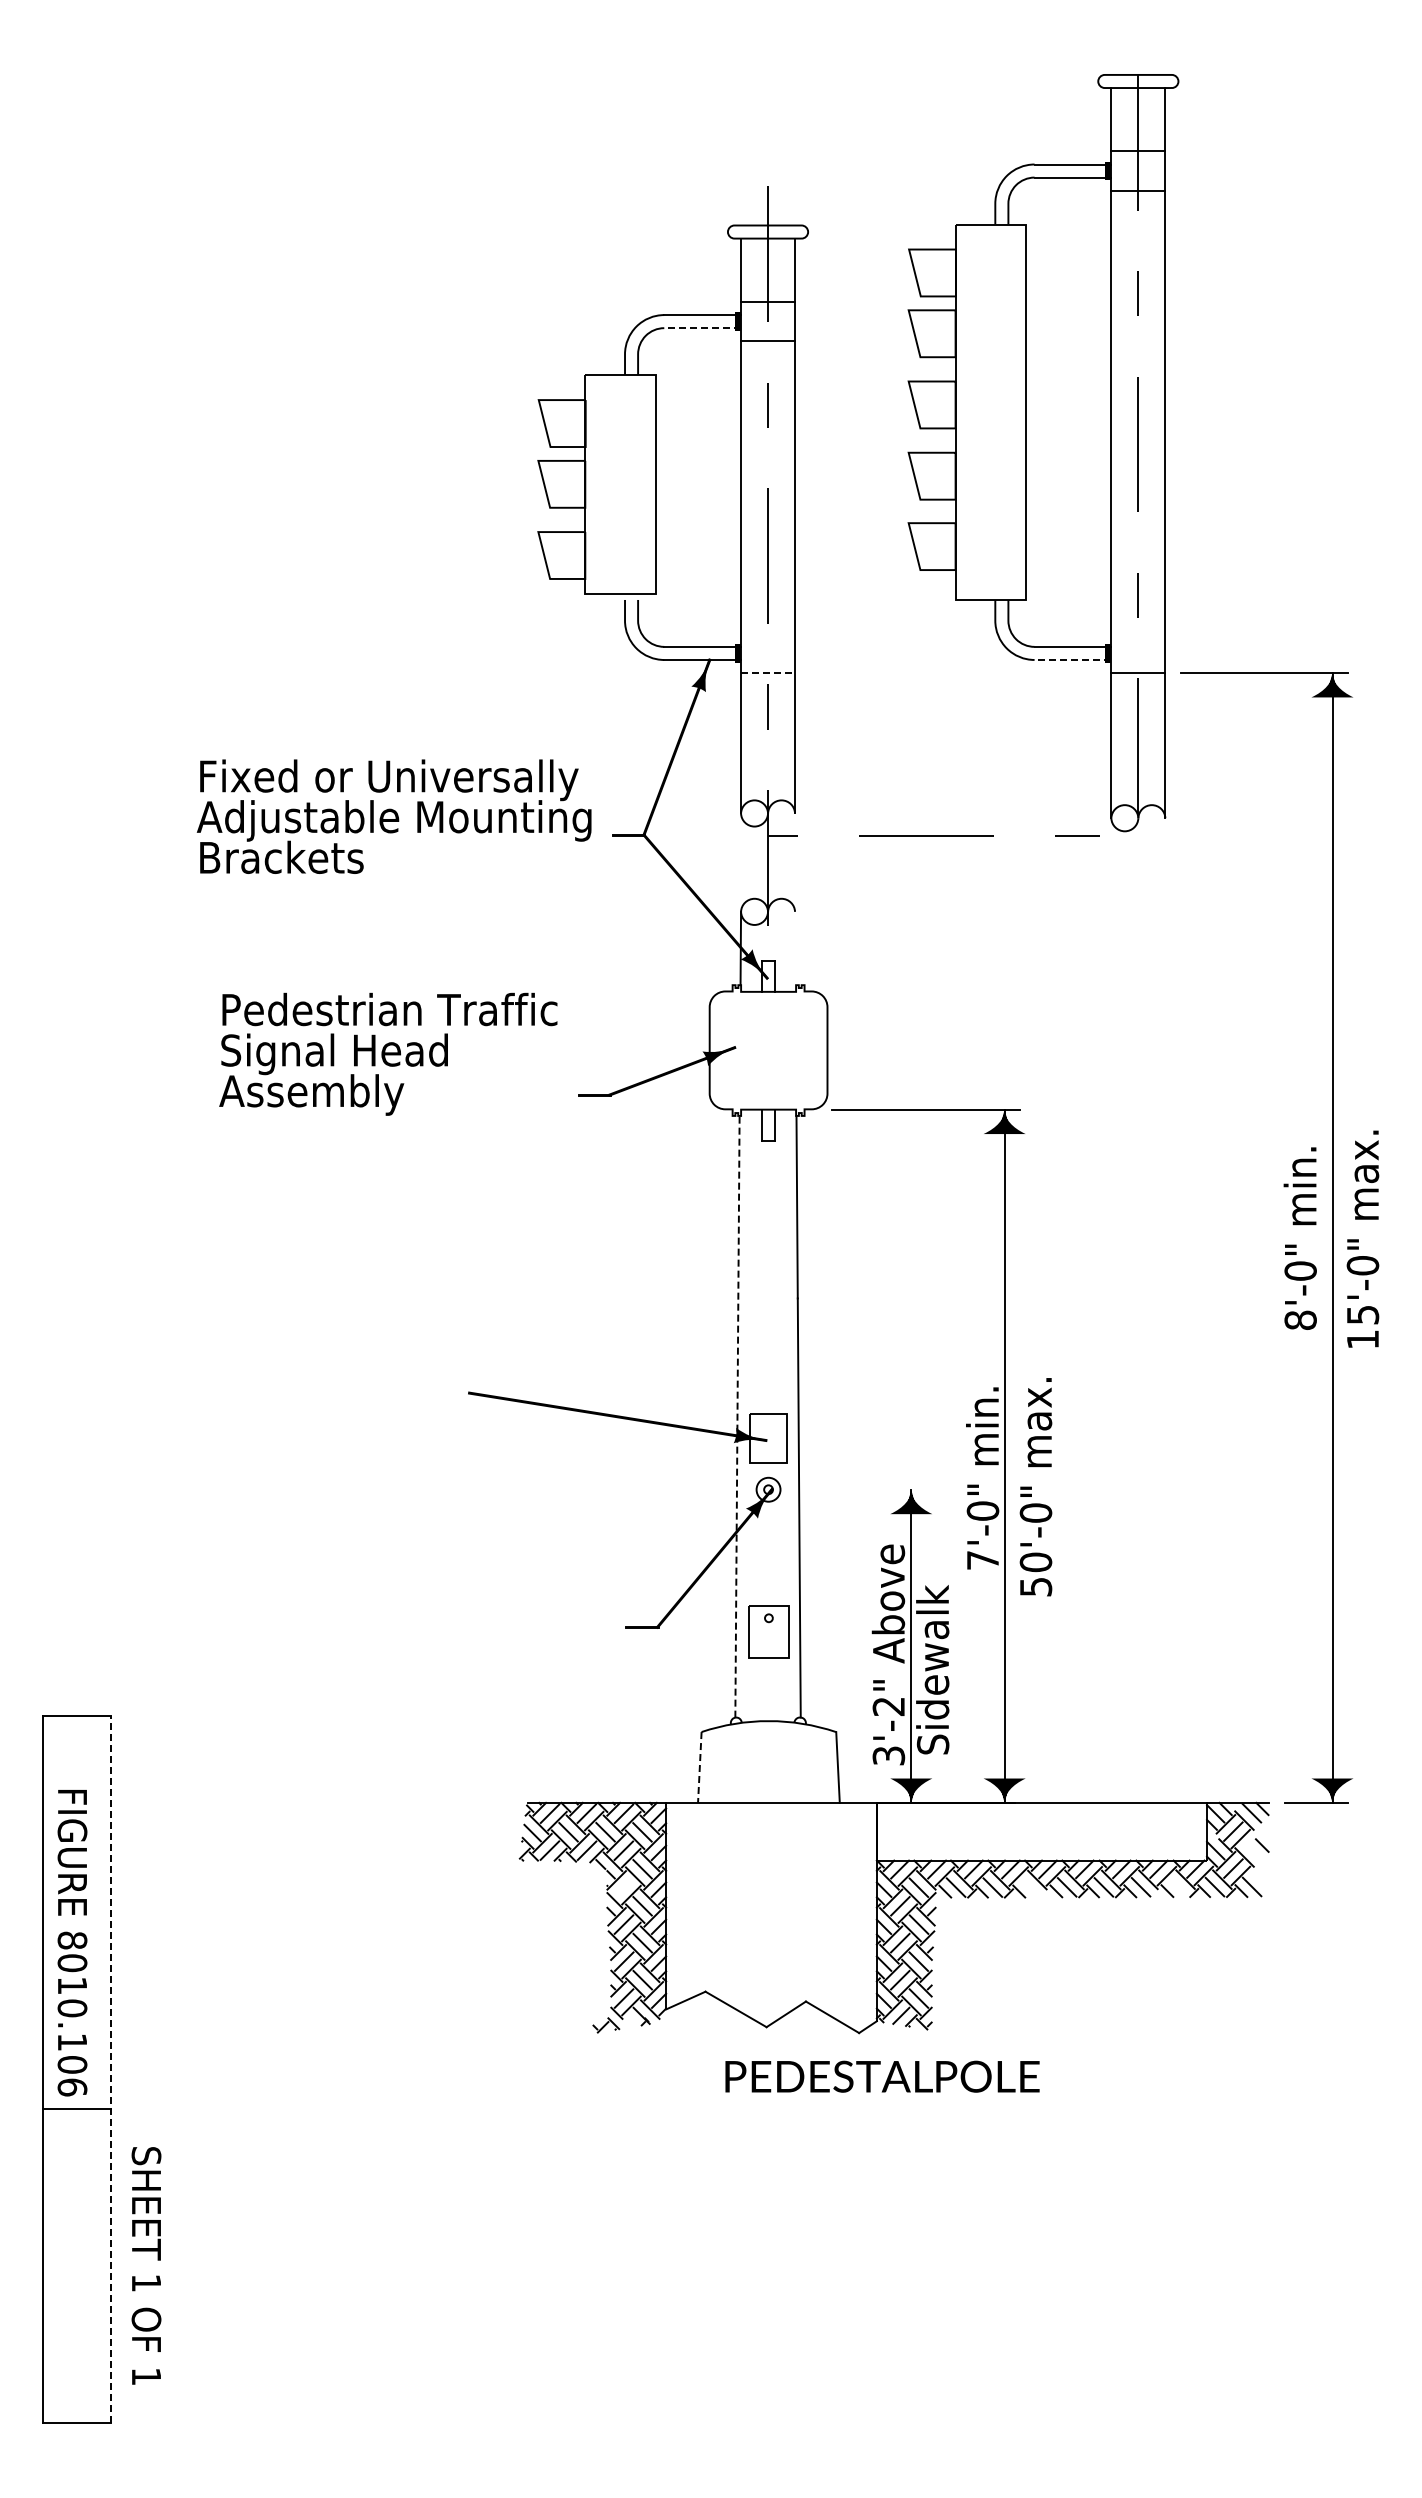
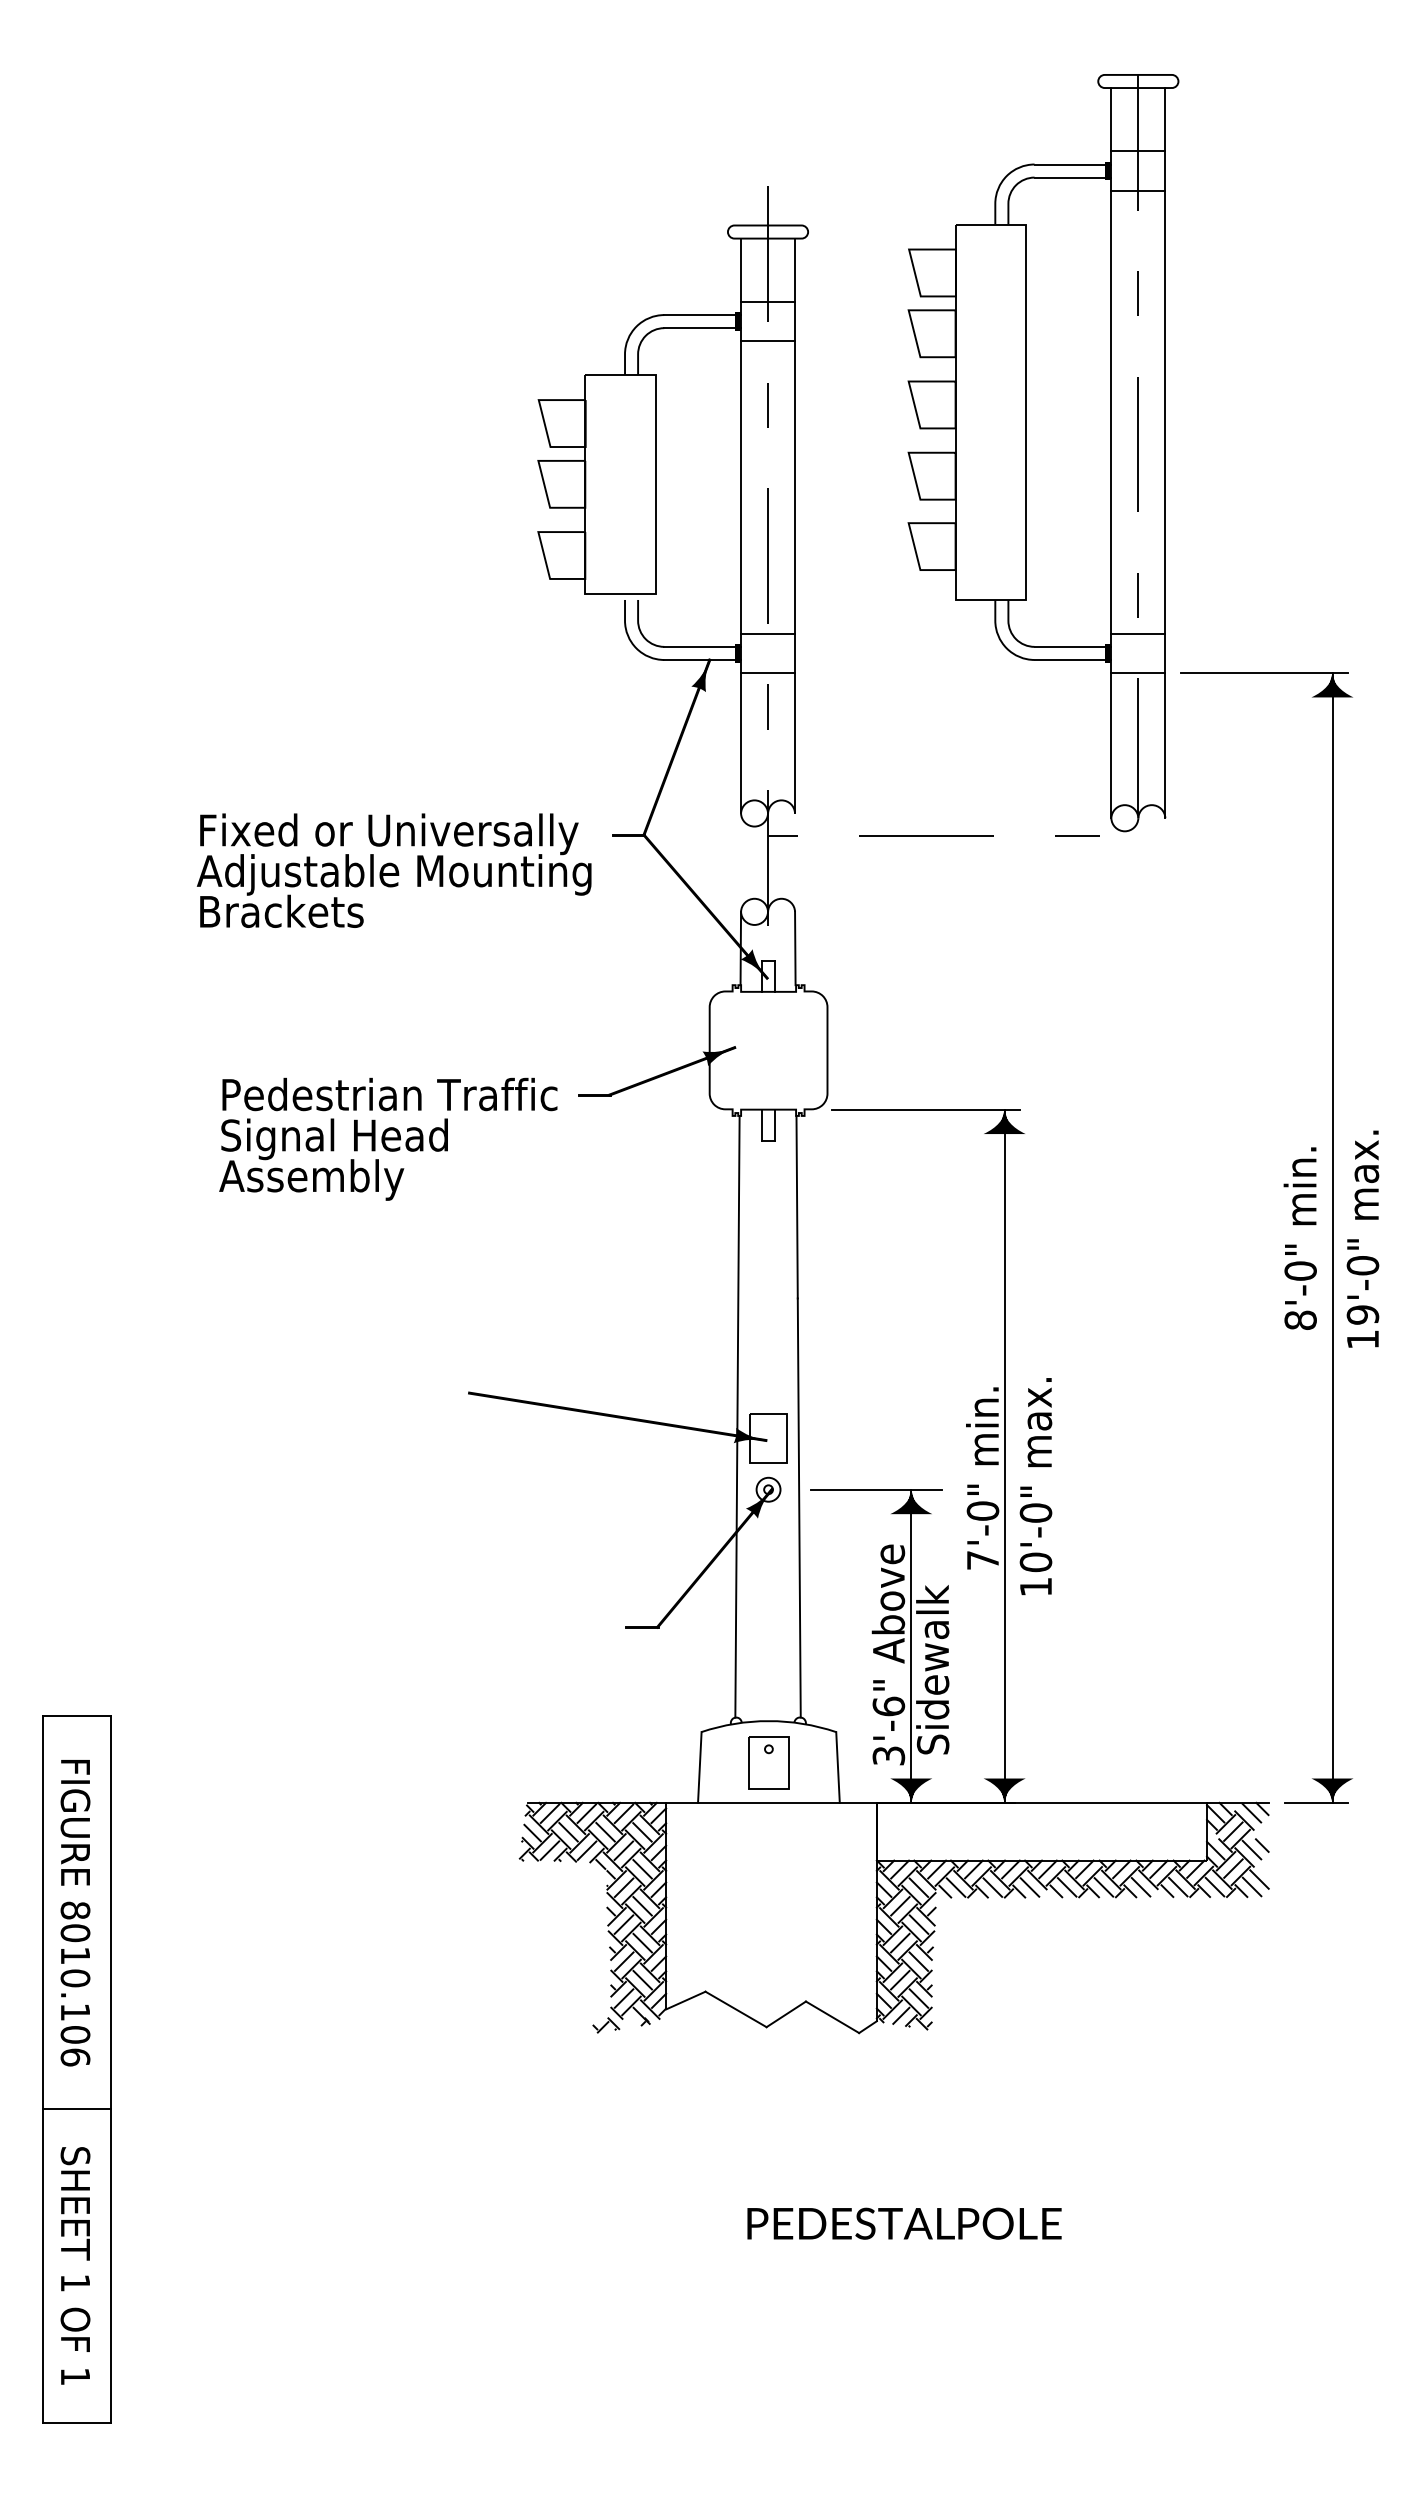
line at (702, 328): dashed -> solid
line at (768, 633): none -> present
line at (1138, 633): none -> present
line at (1072, 659): dashed -> solid
line at (768, 673): dashed -> solid
text at (393, 816) position: (393, 816) -> (393, 870)
line at (795, 948): none -> present
text at (388, 1053) position: (388, 1053) -> (388, 1138)
text at (1362, 1314): 15'-0" -> 19'-0"
line at (737, 1416): dashed -> solid
line at (876, 1489): none -> present
text at (1036, 1587): 50'-0" -> 10'-0"
part at (768, 1631) position: (768, 1631) -> (768, 1762)
text at (888, 1706): 3'-2" -> 3'-6"
line at (699, 1767): dashed -> solid
line at (1251, 1849): none -> present
line at (1259, 1879): none -> present
line at (1177, 1886): none -> present
line at (623, 1887): none -> present
line at (1029, 1887): none -> present
text at (72, 1943) position: (72, 1943) -> (75, 1913)
line at (110, 2069): dashed -> solid
text at (882, 2076) position: (882, 2076) -> (904, 2223)
text at (146, 2265) position: (146, 2265) -> (75, 2265)
